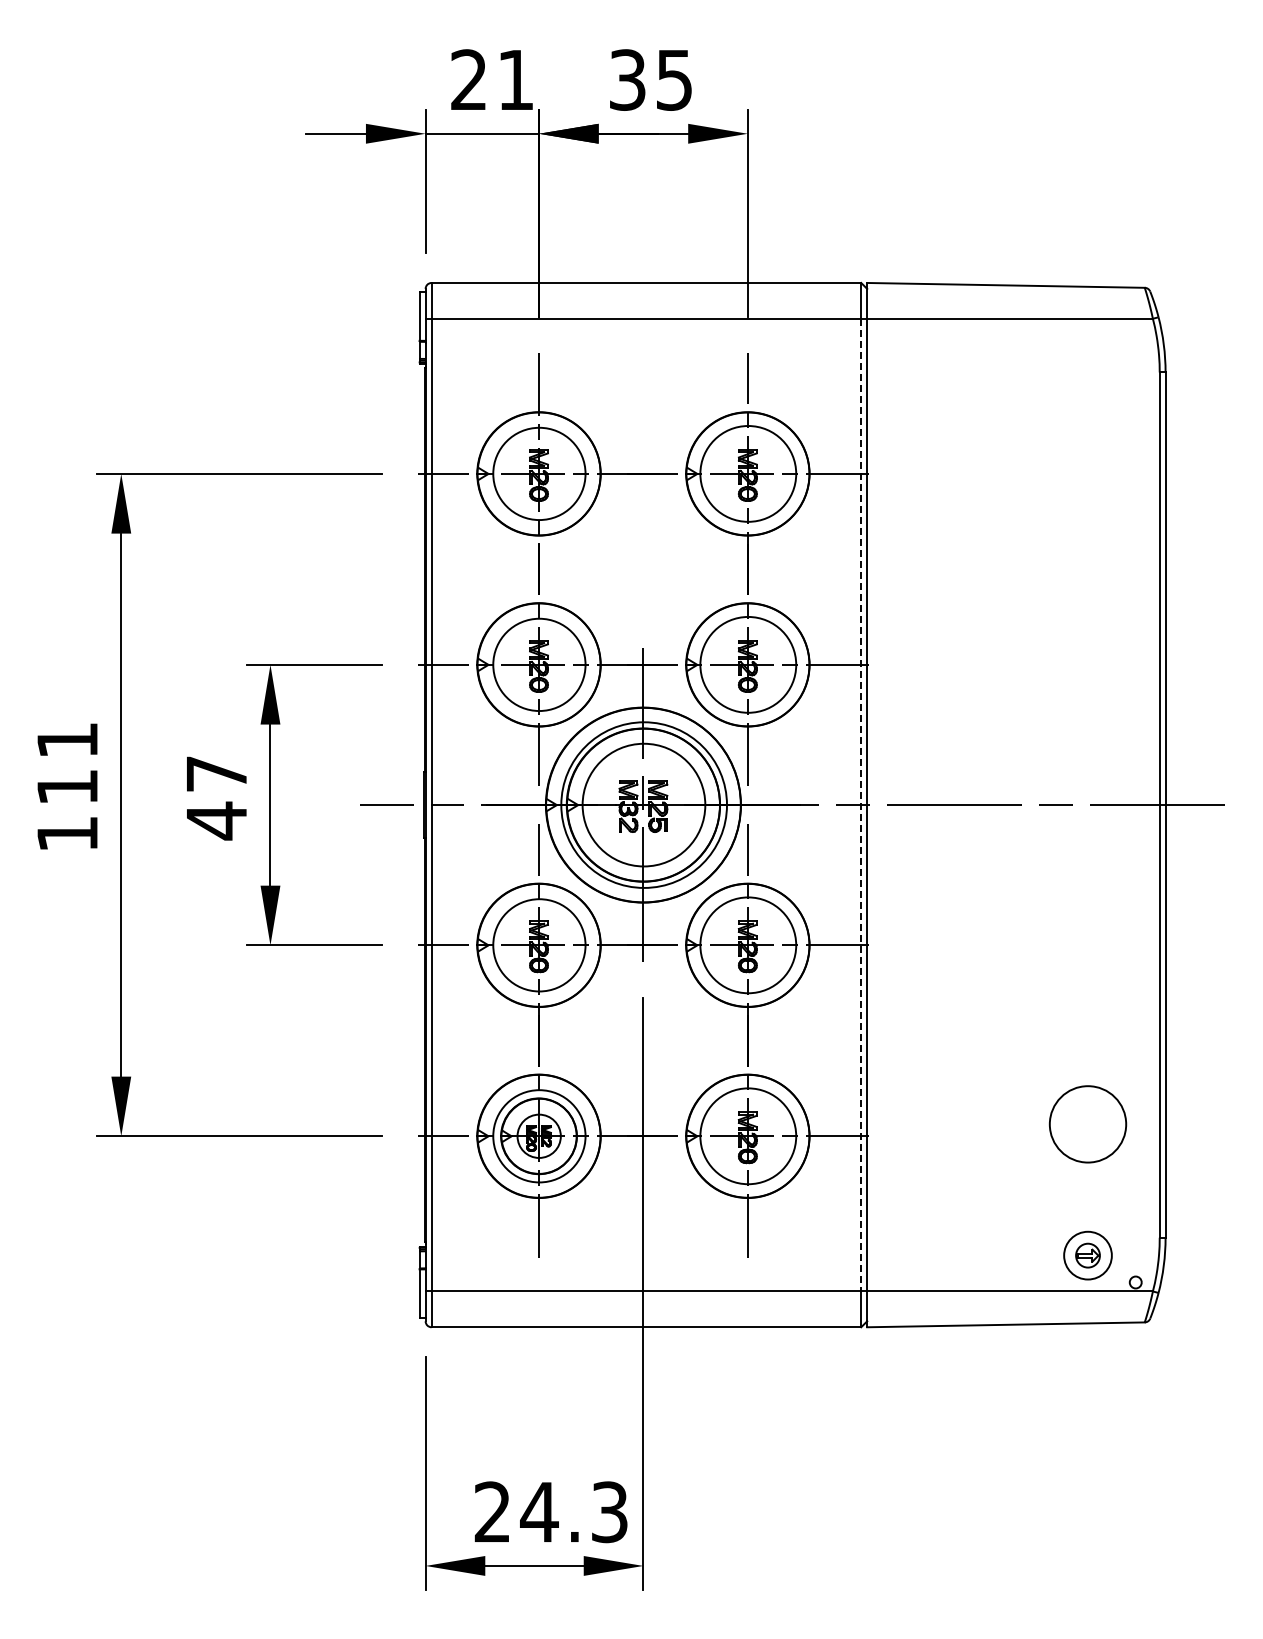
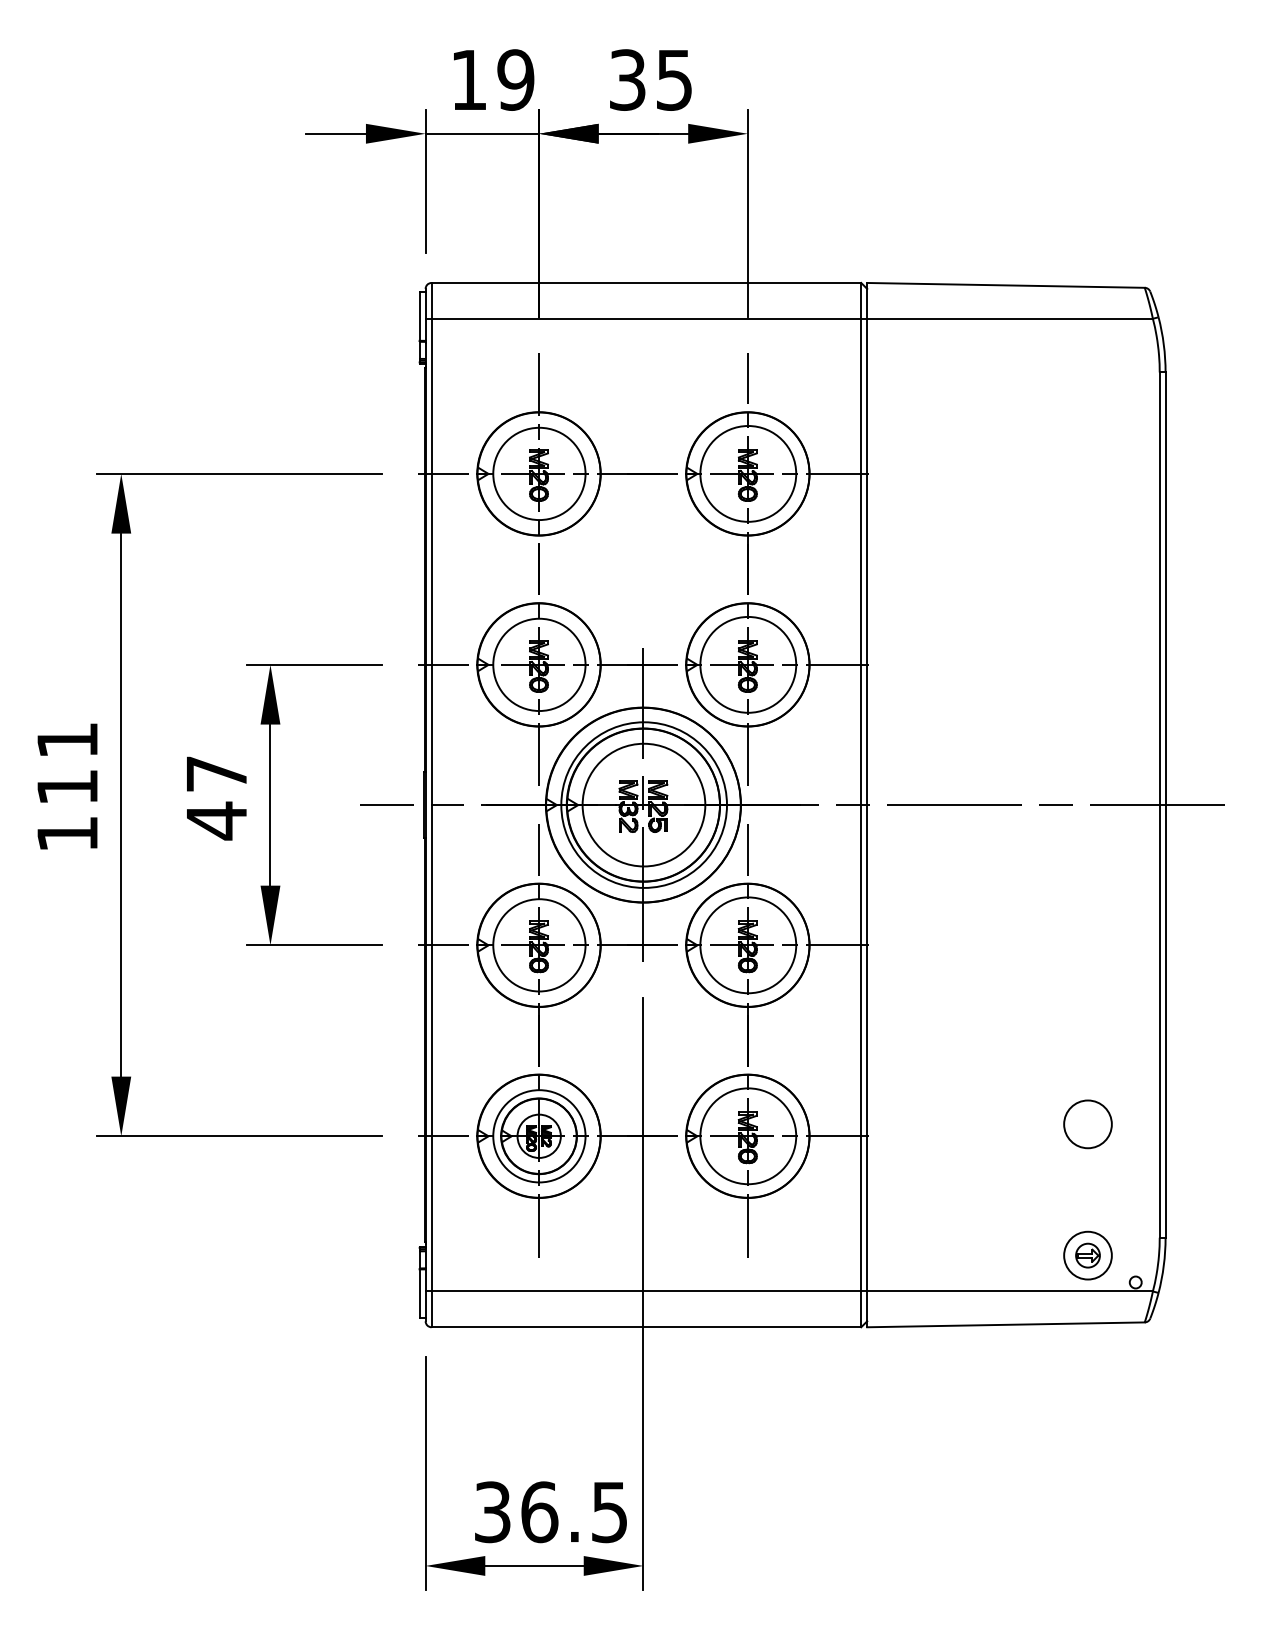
text at (492, 79): 21 -> 19
line at (861, 805): dashed -> solid
circle at (1087, 1124) diameter: 76 px -> 48 px
text at (550, 1512): 24.3 -> 36.5
